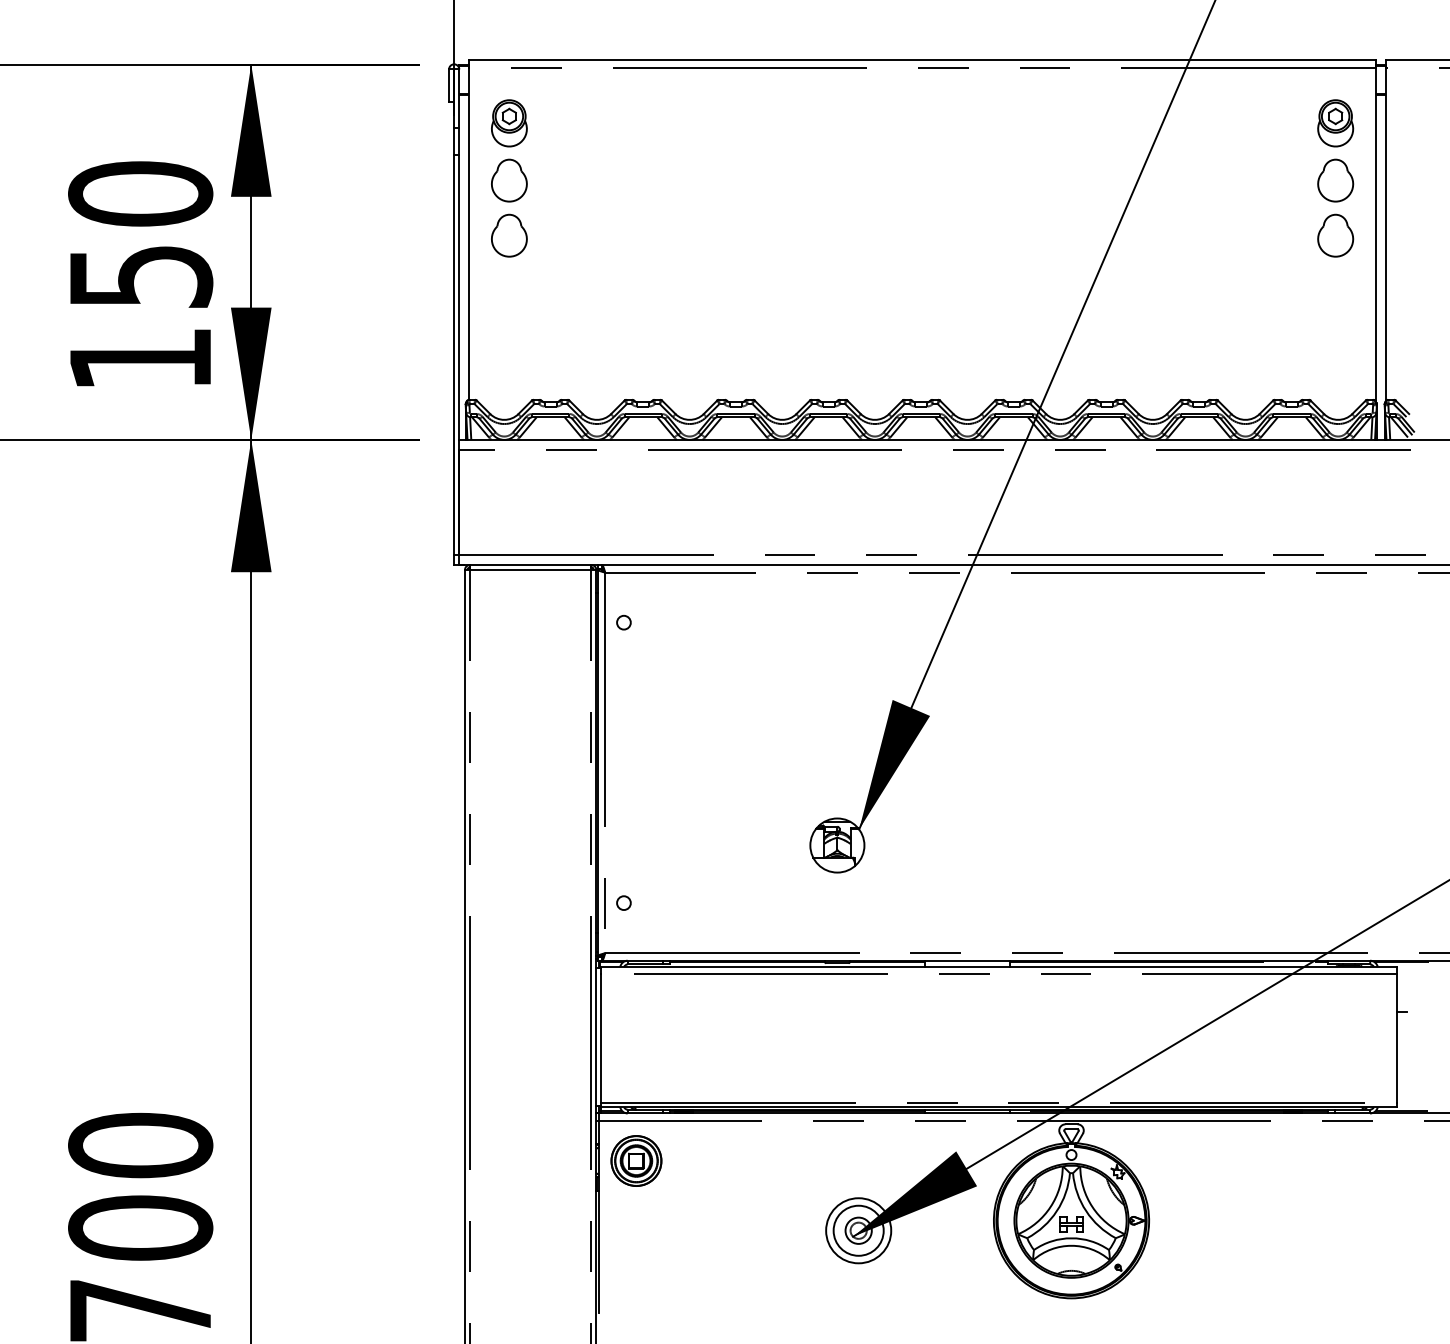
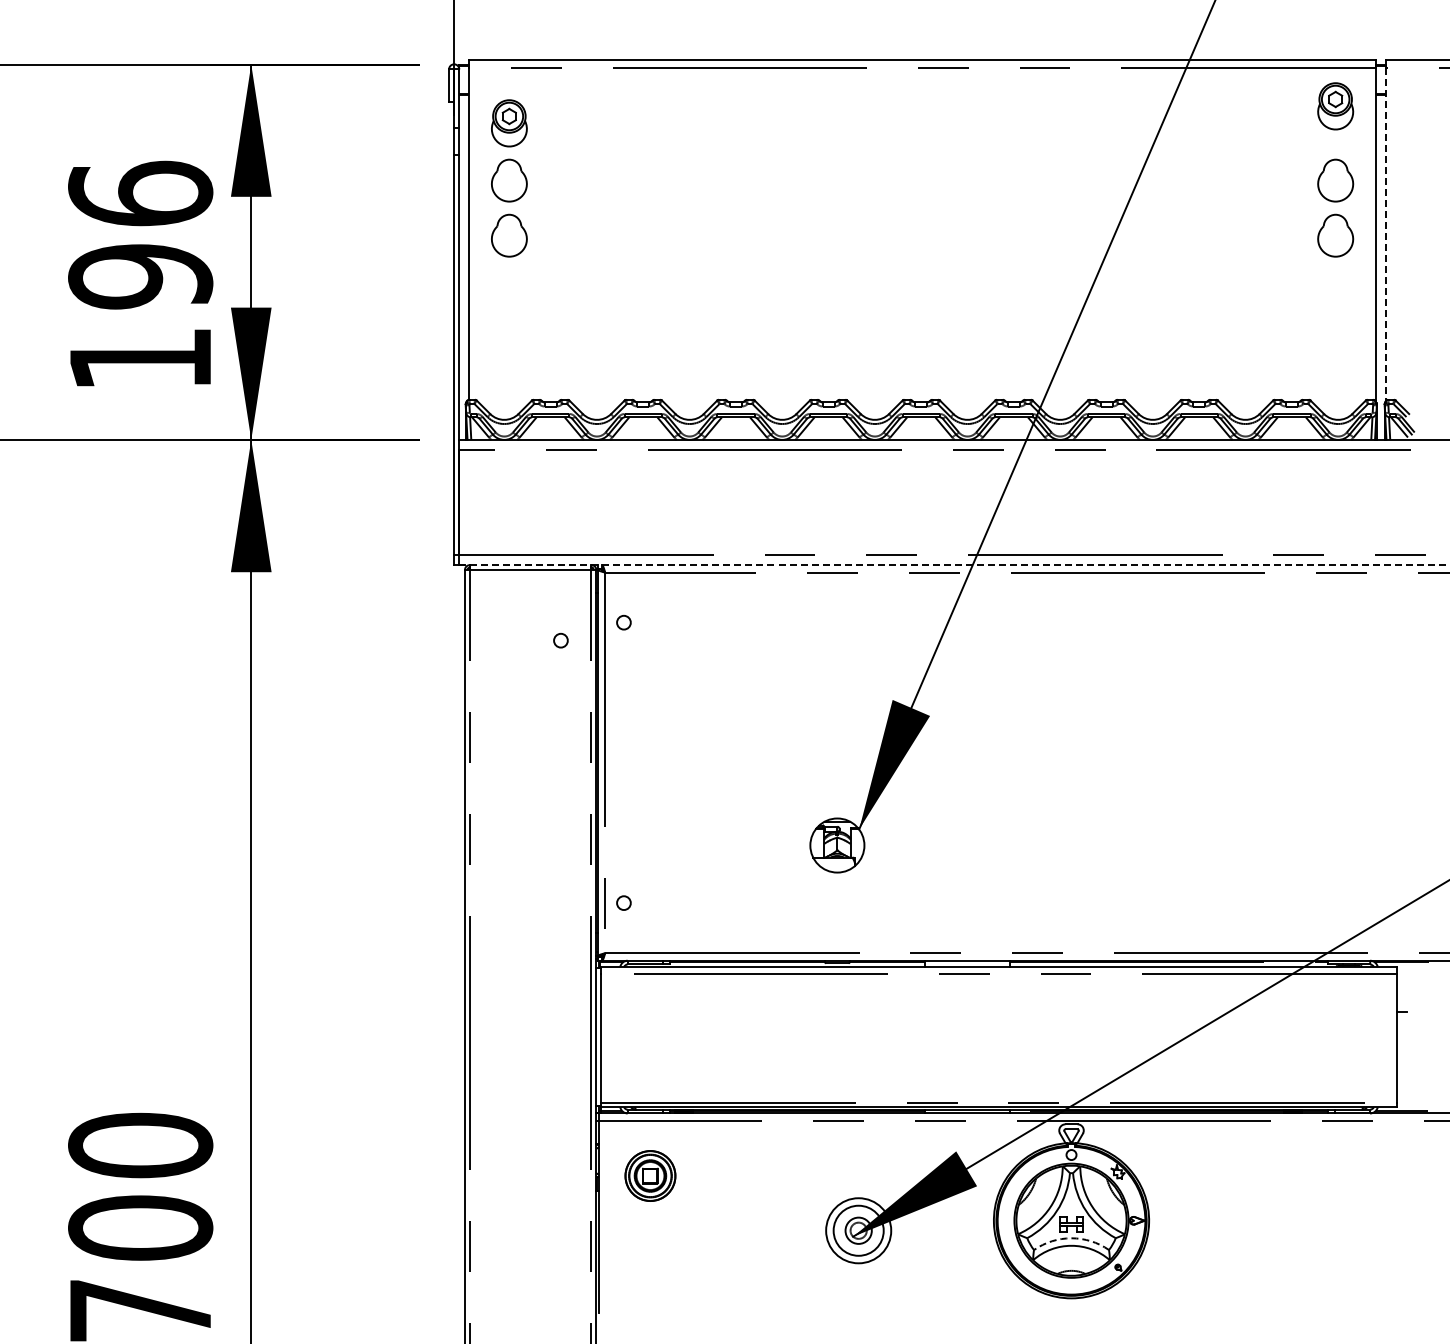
part at (1335, 123) position: (1335, 123) -> (1335, 106)
text at (140, 234): 150 -> 196
line at (1385, 234): solid -> dashed
line at (954, 565): solid -> dashed
circle at (560, 640): none -> present
part at (636, 1160) position: (636, 1160) -> (650, 1175)
arc at (1071, 1238): solid -> dashed
